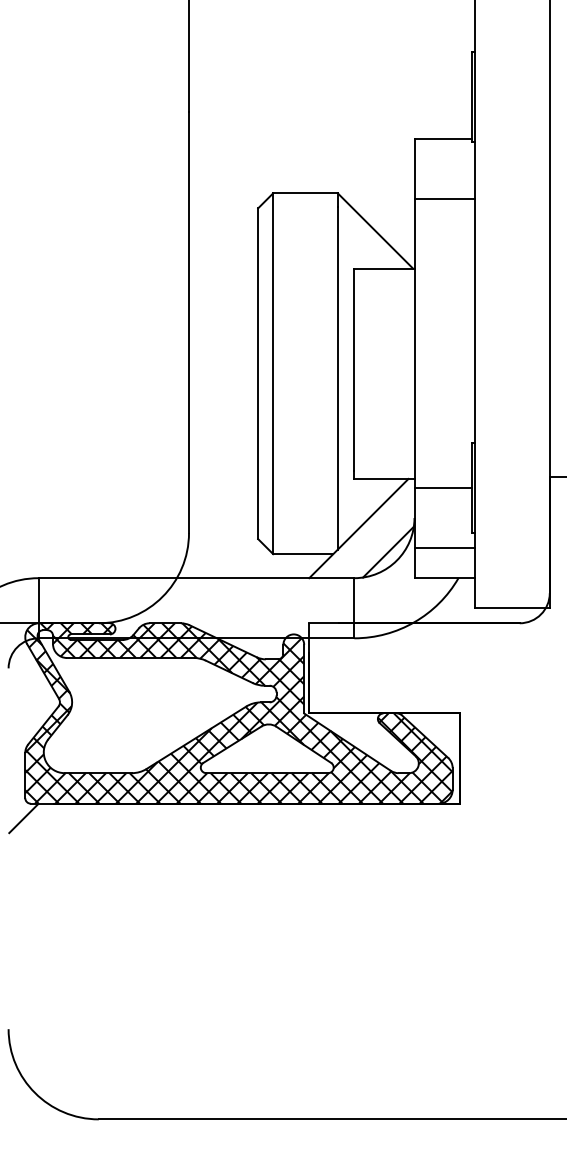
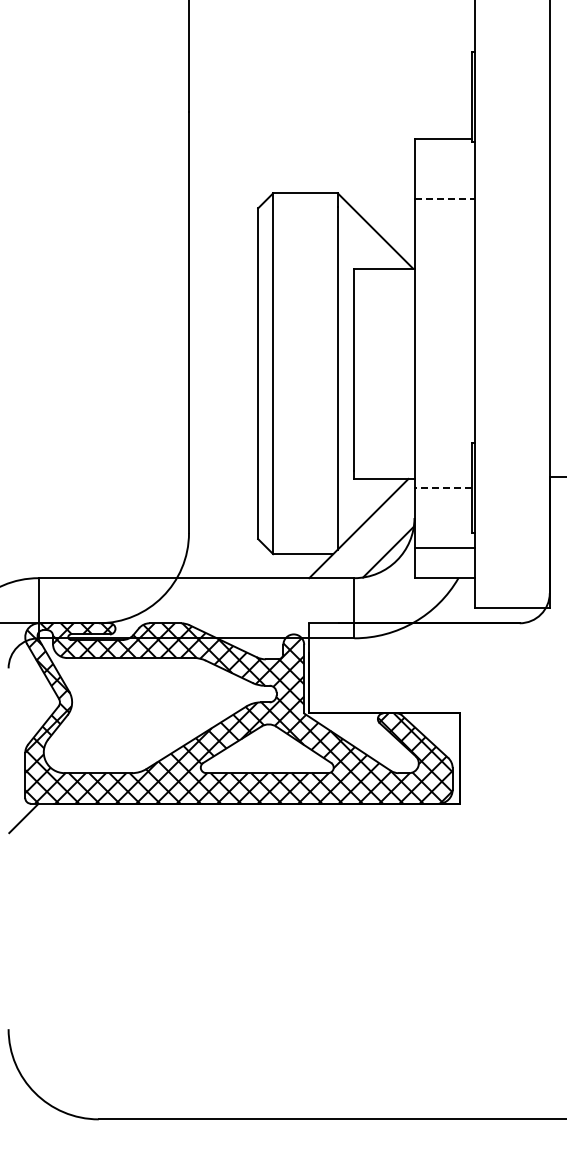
line at (445, 199): solid -> dashed
line at (443, 487): solid -> dashed
